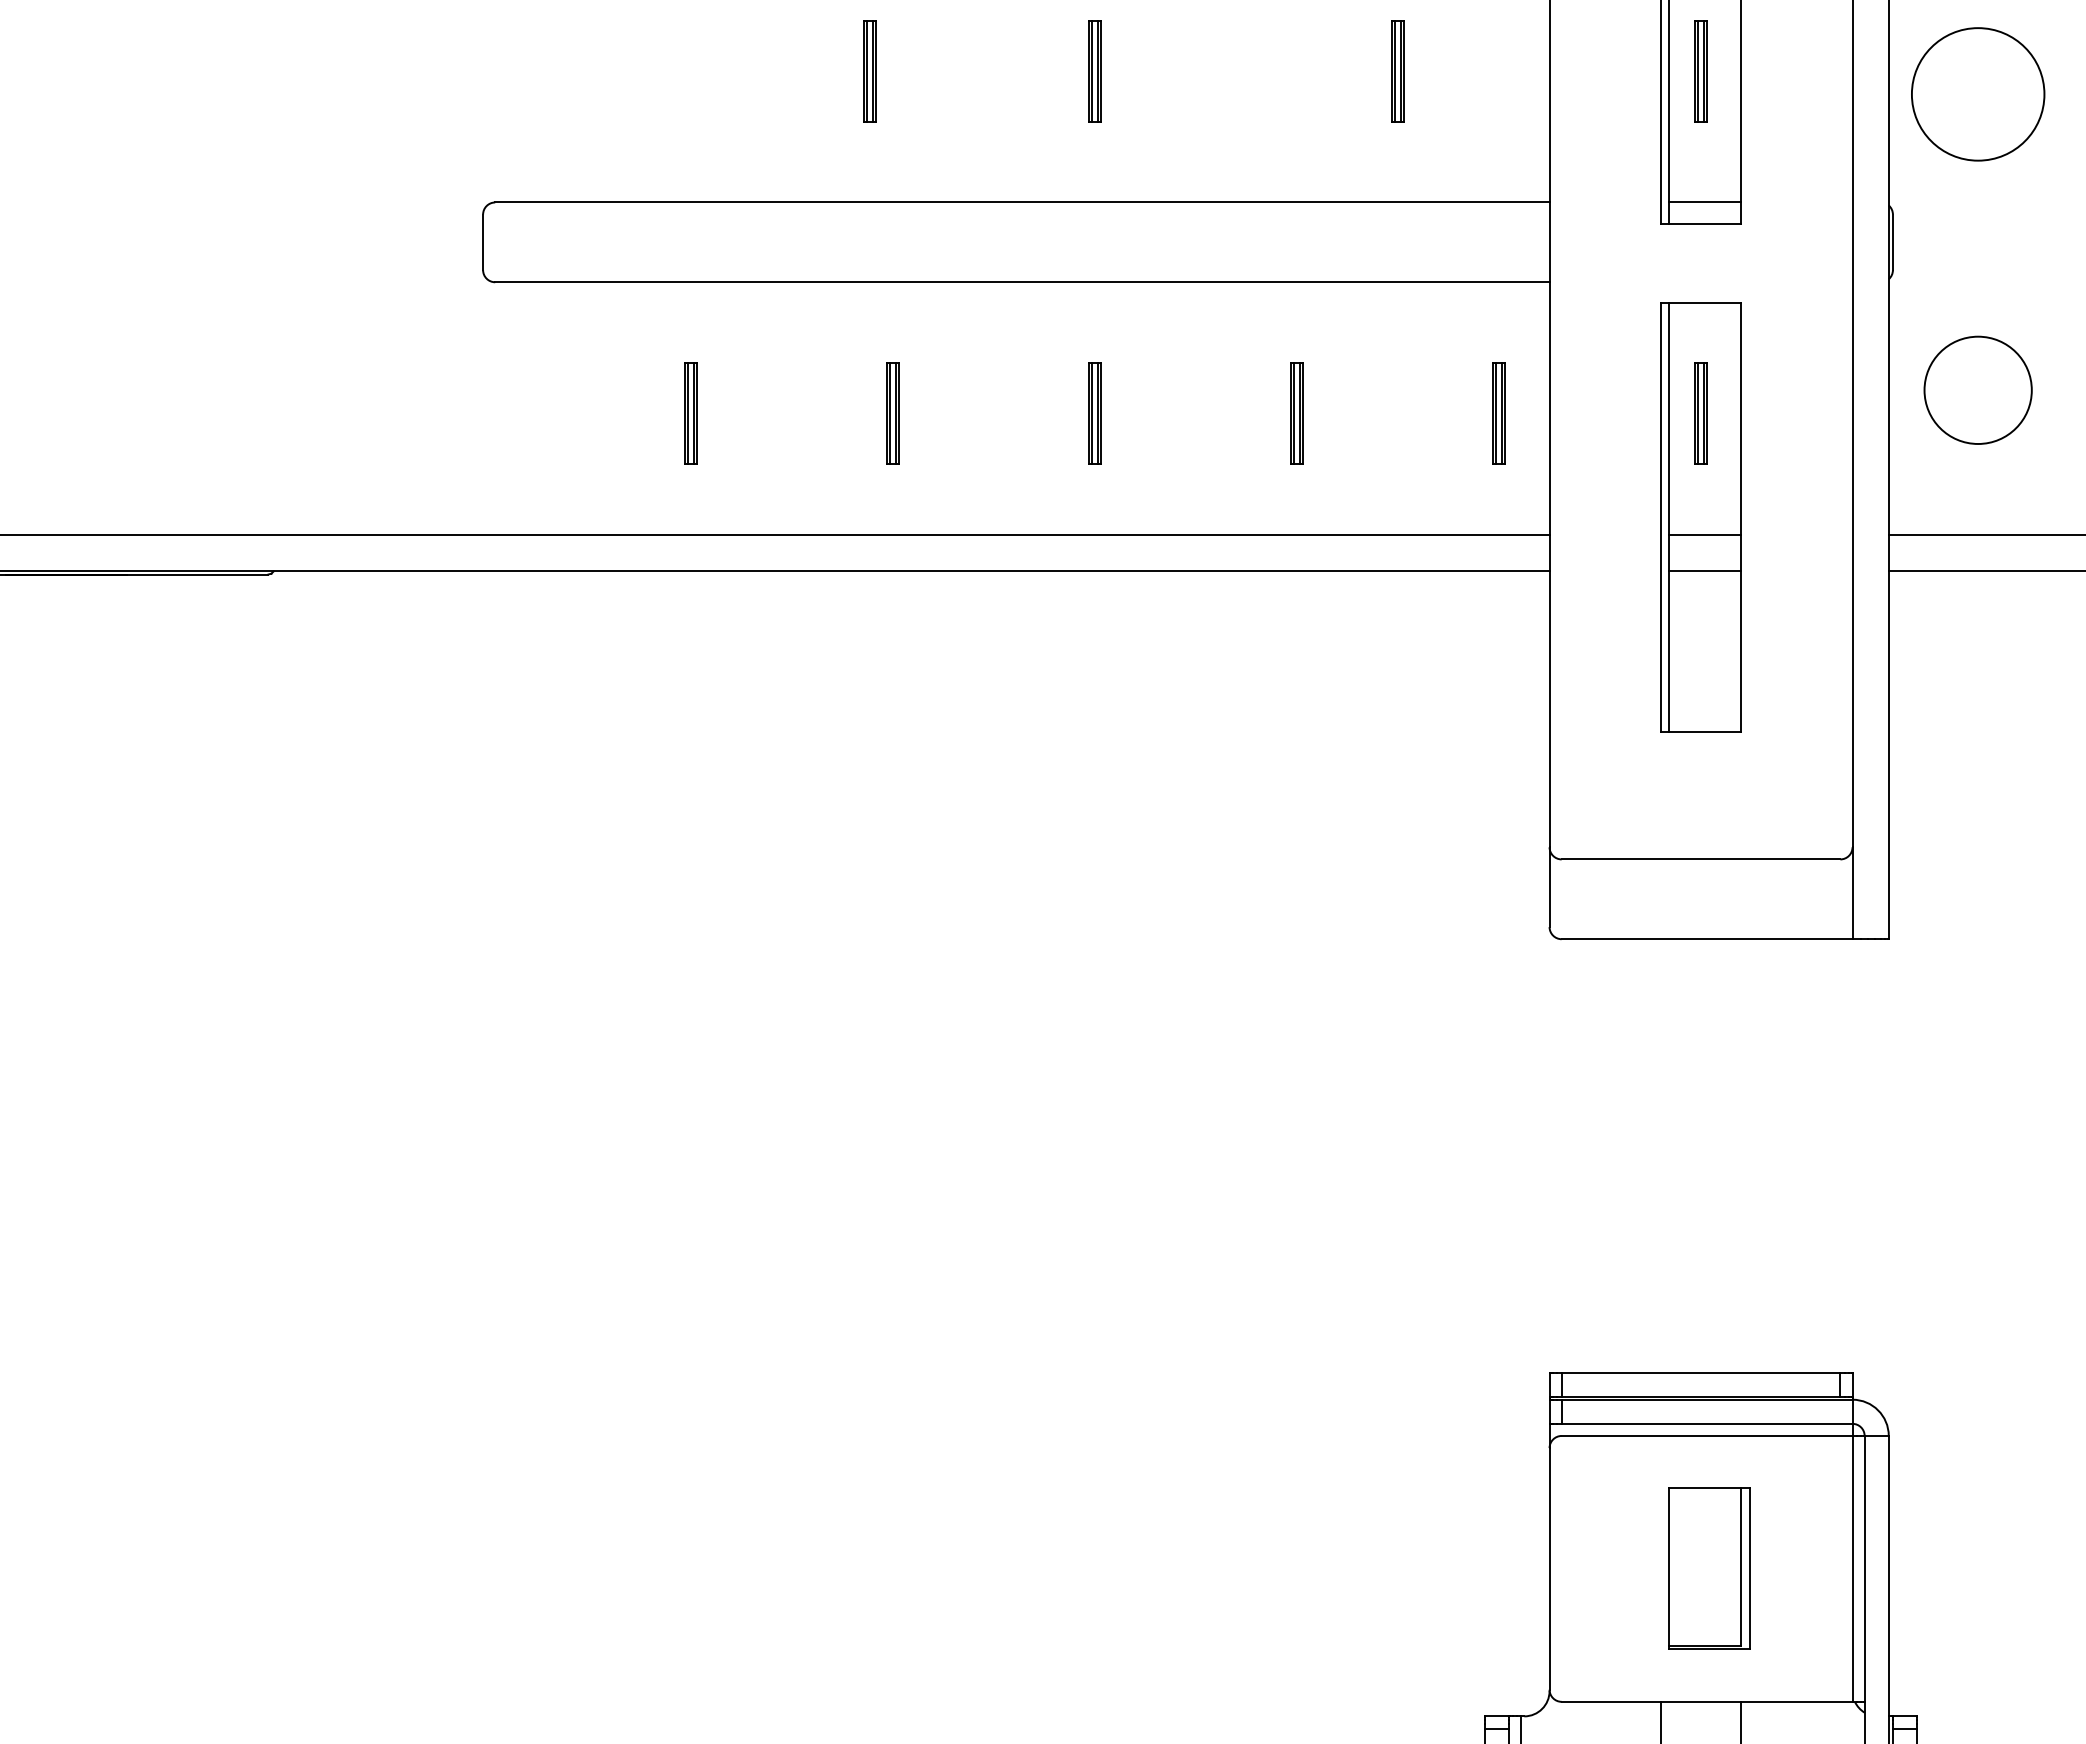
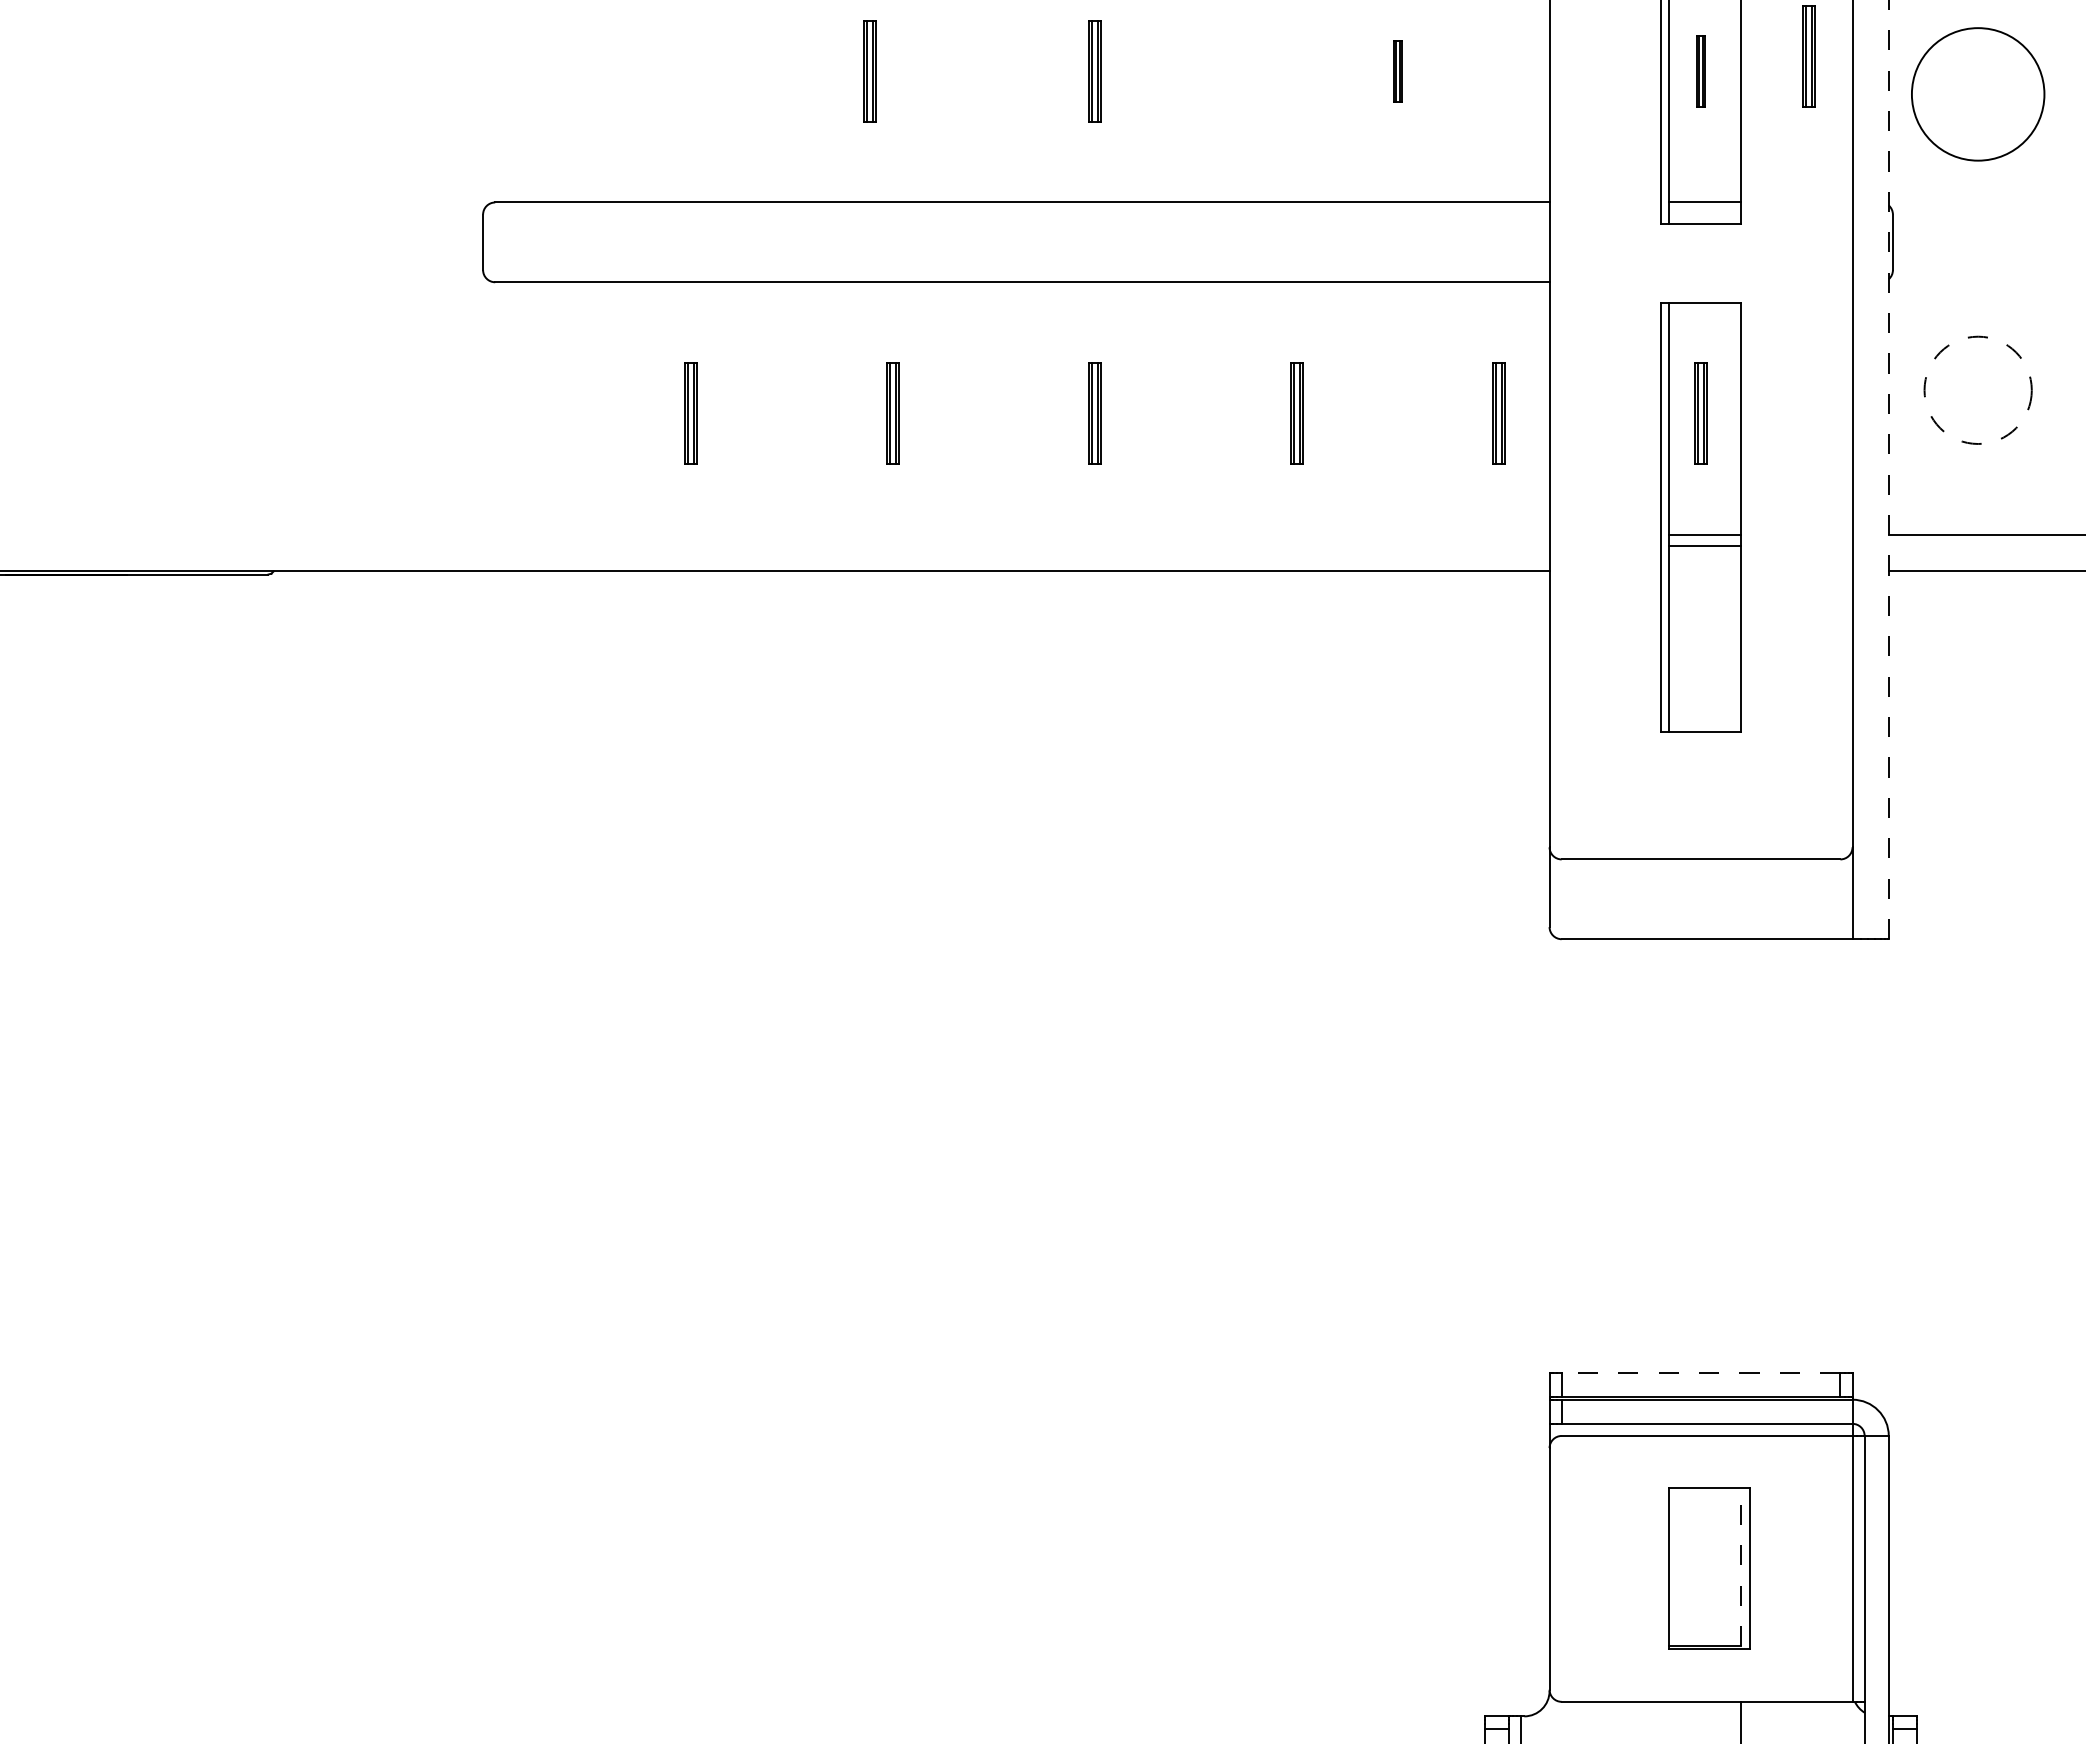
part at (1808, 56): none -> present
part at (1397, 71) size: 14x103 px -> 10x63 px
part at (1700, 71) size: 14x103 px -> 10x73 px
circle at (1977, 389): solid -> dashed
line at (1888, 469): solid -> dashed
line at (775, 535): present -> none
line at (1704, 571) position: (1704, 571) -> (1704, 546)
line at (1700, 1372): solid -> dashed
line at (1741, 1566): solid -> dashed
line at (1660, 1720): present -> none
